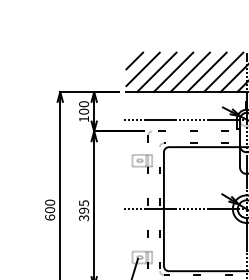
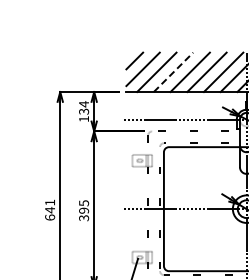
line at (173, 72): solid -> dashed
text at (84, 107): 100 -> 134
text at (50, 206): 600 -> 641
